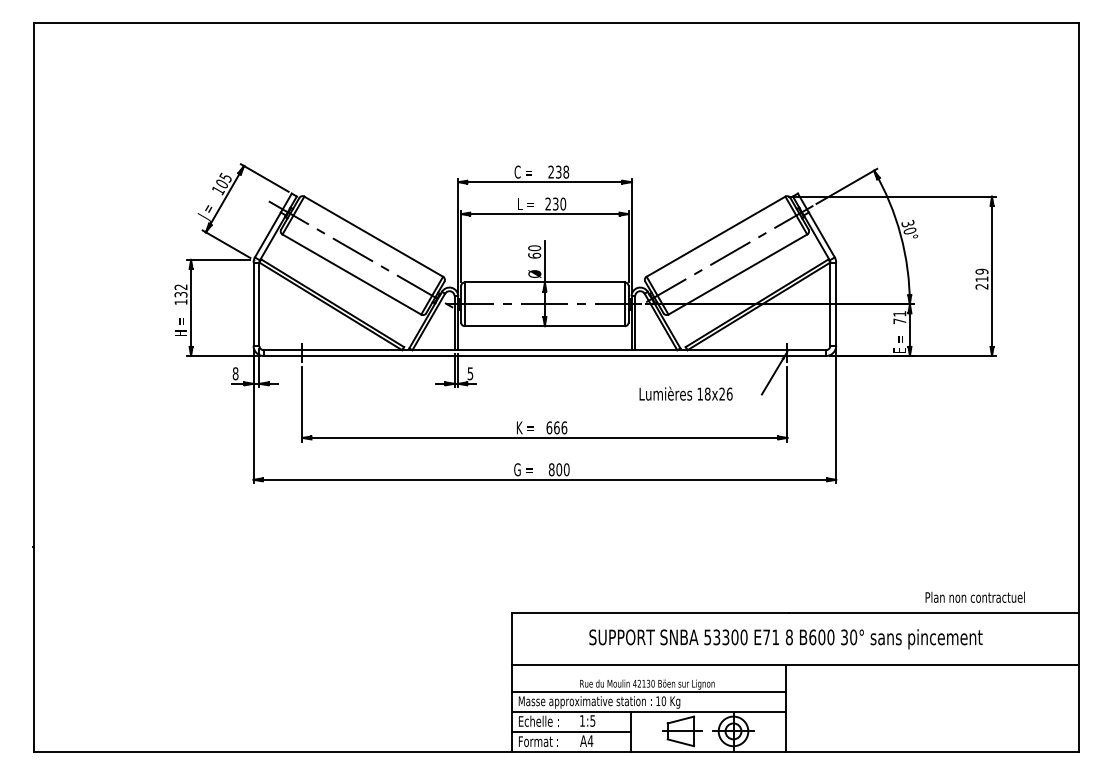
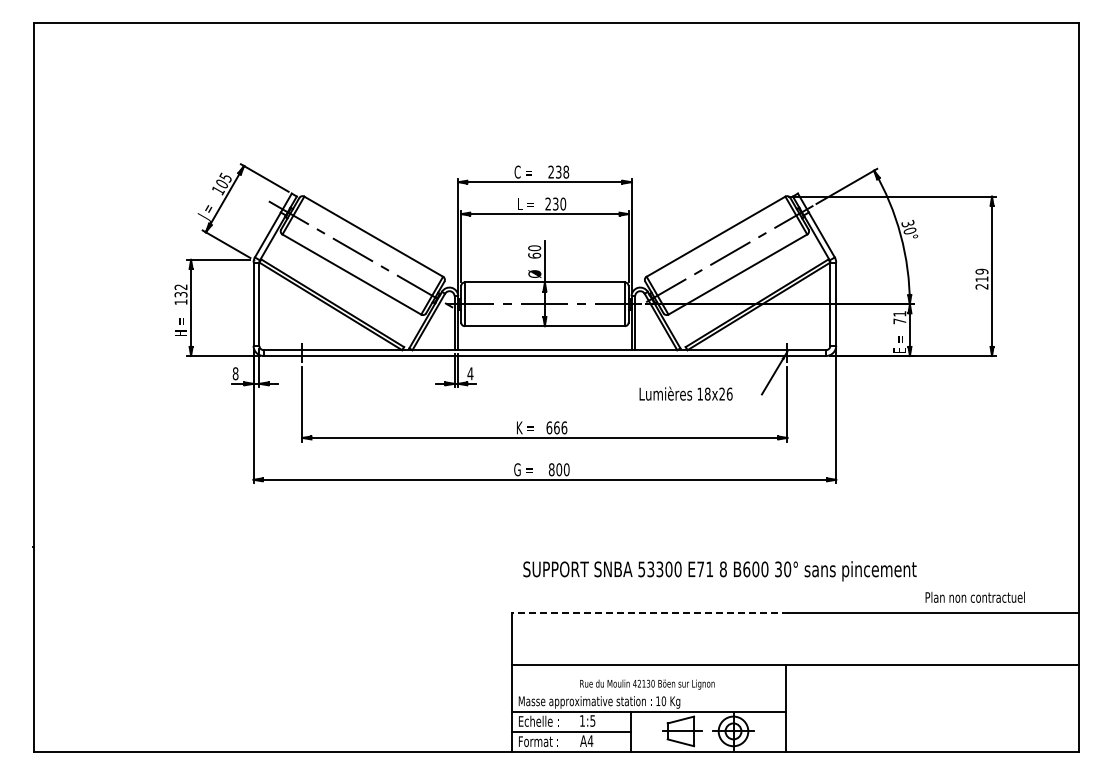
text at (470, 373): 5 -> 4
line at (650, 613): solid -> dashed
text at (785, 639) position: (785, 639) -> (719, 571)
line at (649, 691): present -> none
